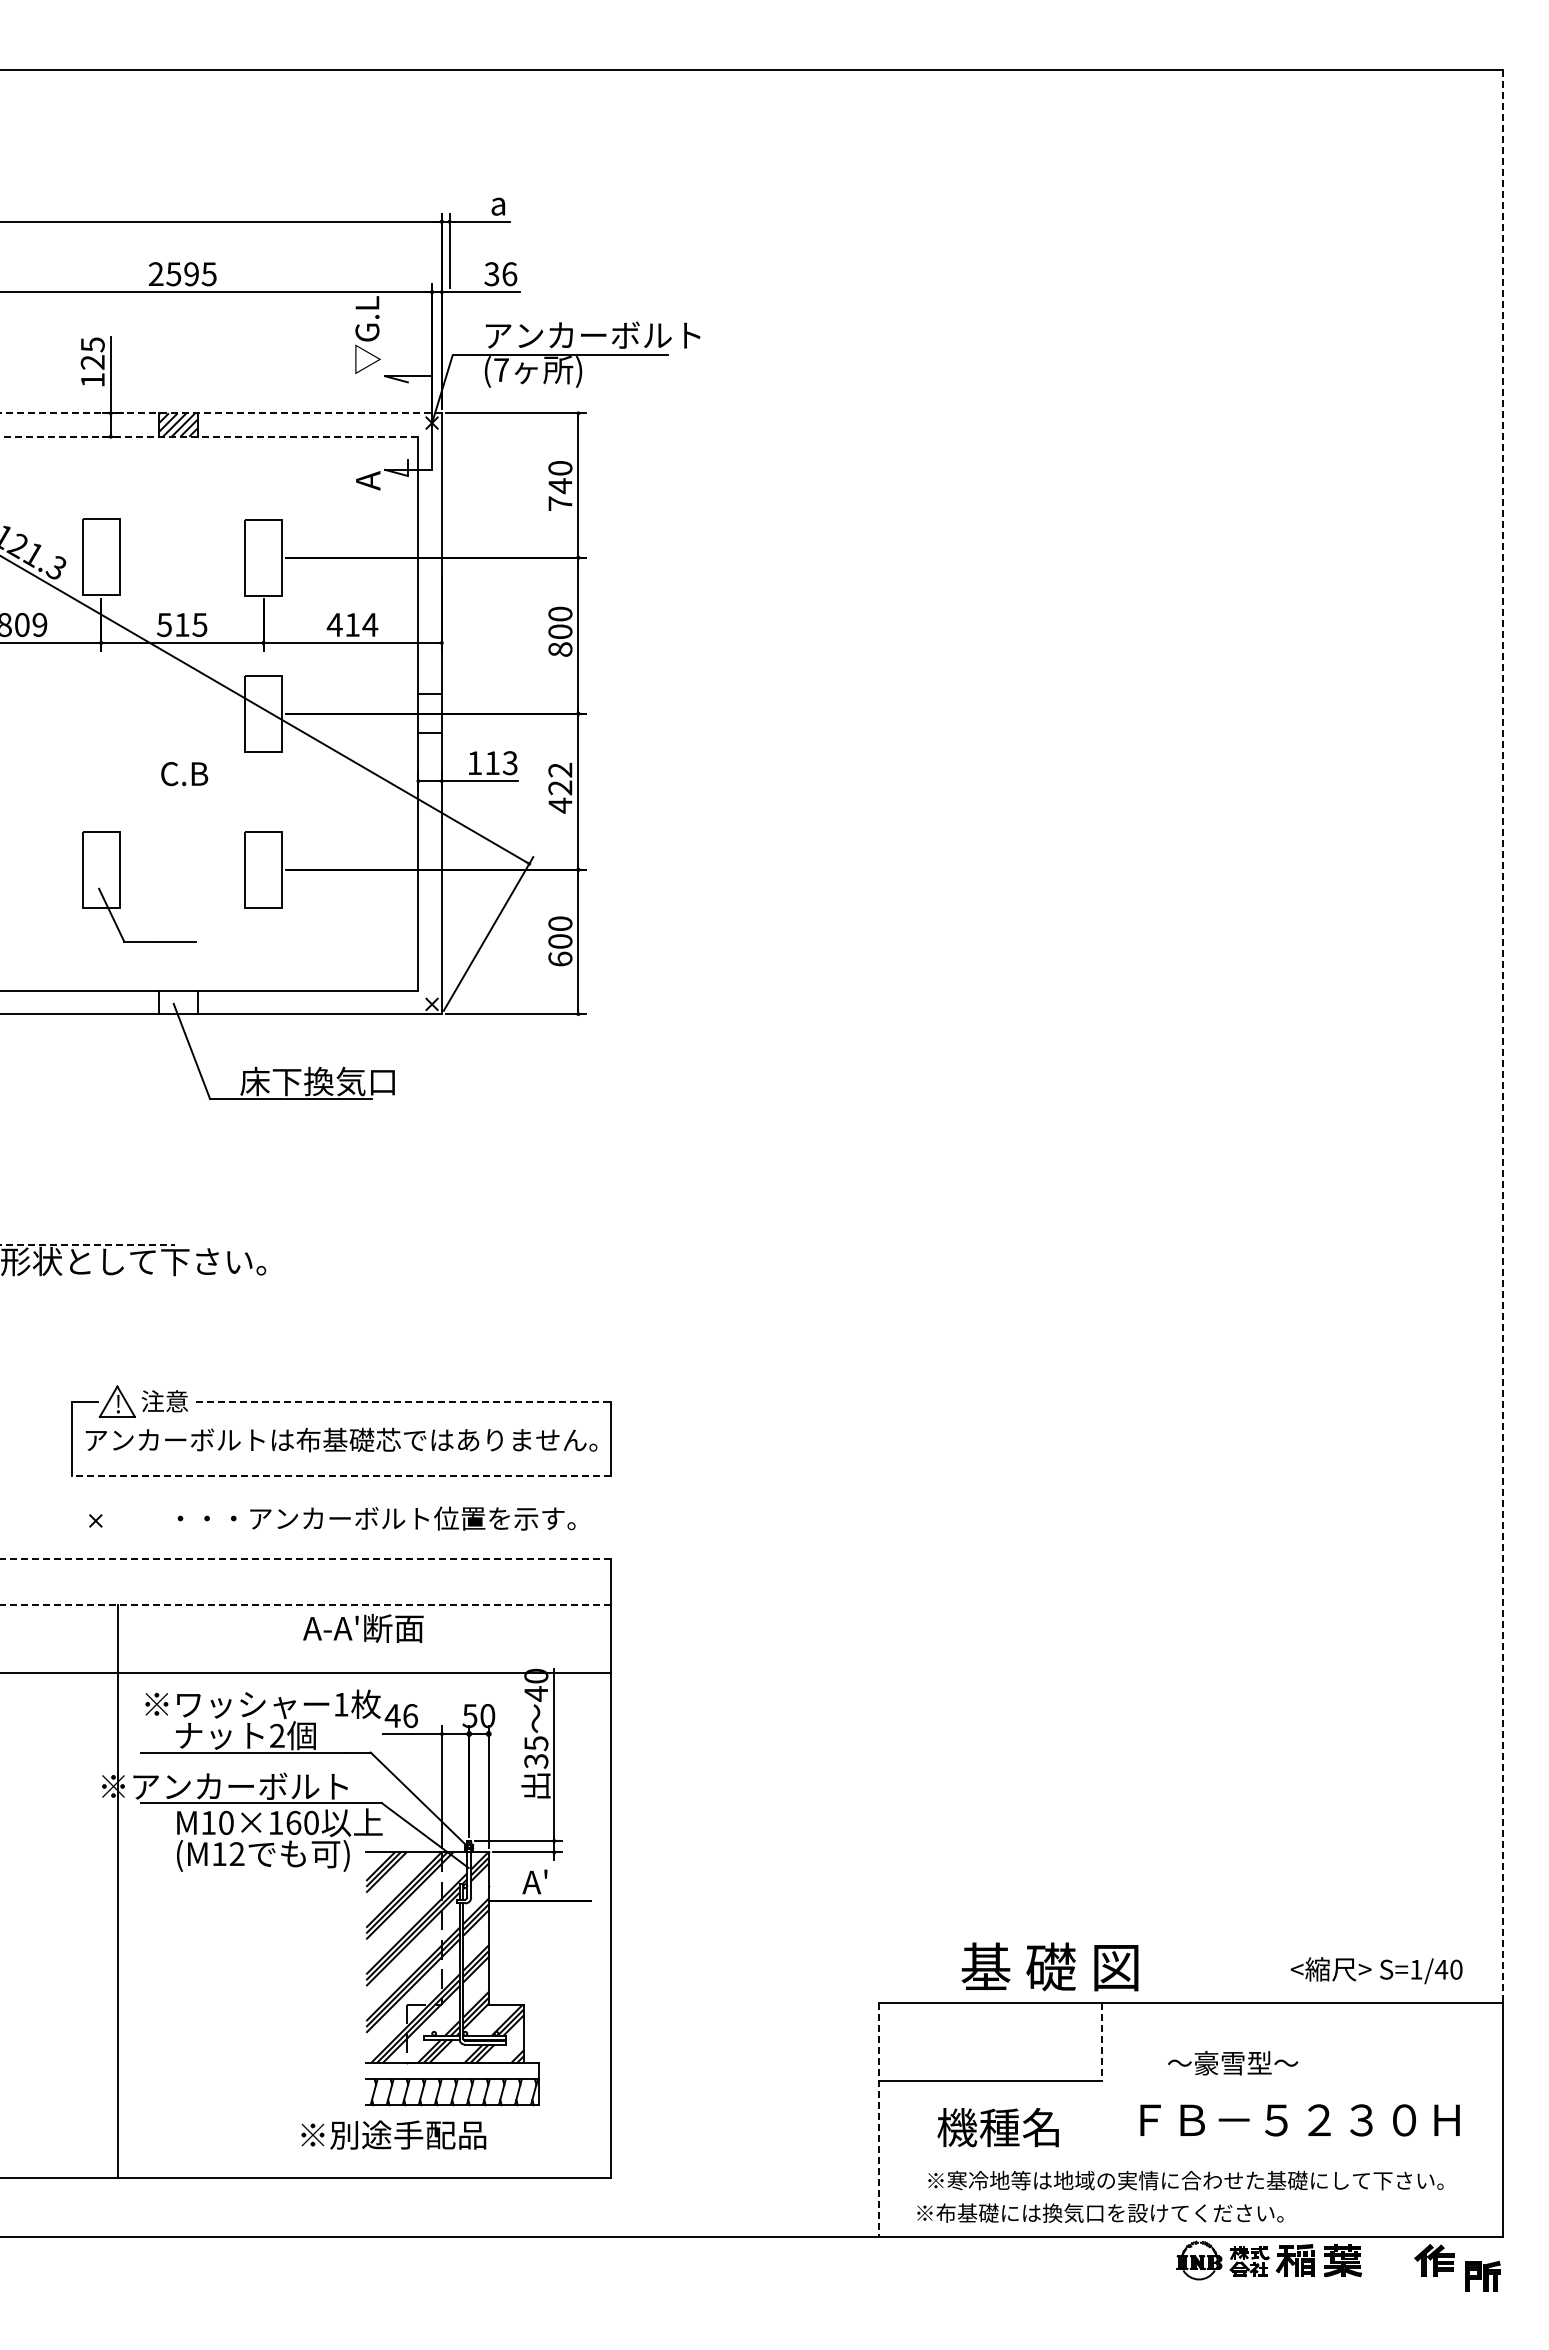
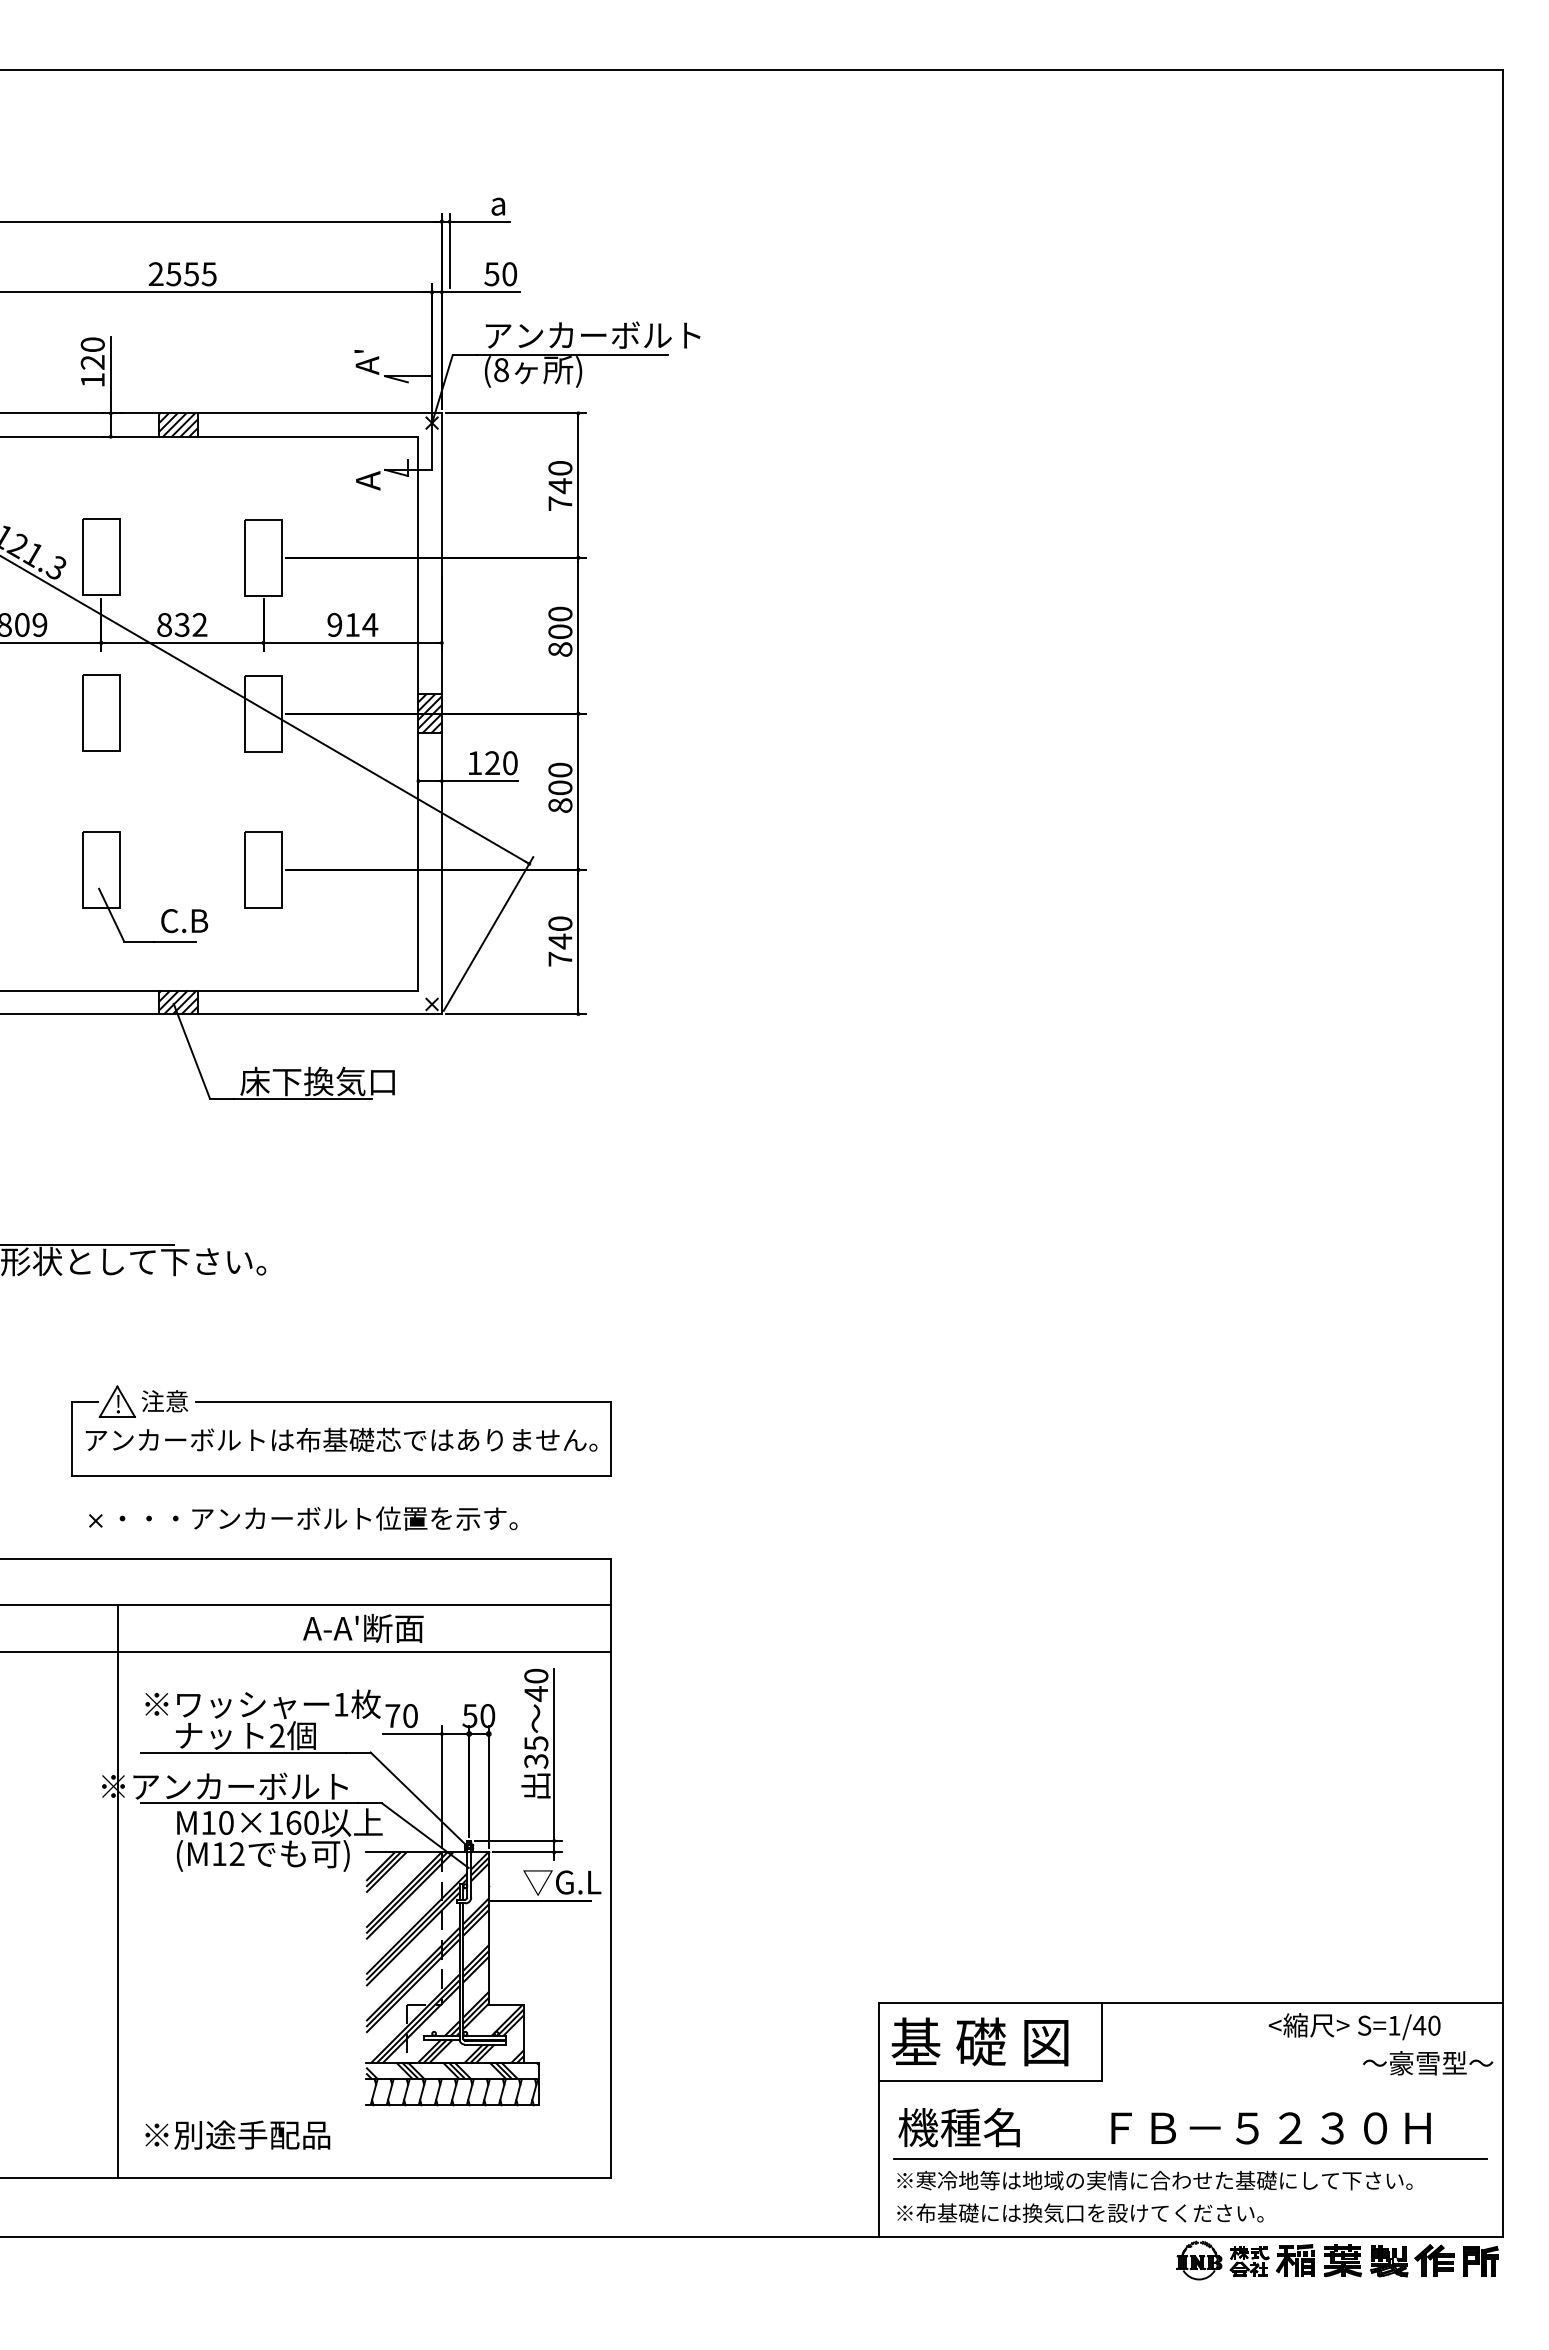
text at (191, 274): 2595 -> 2555
text at (500, 274): 36 -> 50
text at (367, 335): ▽G.L -> A'
text at (92, 344): 125 -> 120
text at (501, 370): (7 -> (8
line at (220, 413): dashed -> solid
line at (209, 436): dashed -> solid
text at (182, 624): 515 -> 832
text at (334, 624): 414 -> 914
part at (101, 712): none -> present
hatch at (429, 713): none -> present
text at (501, 763): 113 -> 120
text at (184, 774) position: (184, 774) -> (184, 921)
text at (560, 787): 422 -> 800
text at (560, 949): 600 -> 740
hatch at (178, 1002): none -> present
line at (1502, 1037): dashed -> solid
line at (87, 1244): dashed -> solid
line at (403, 1401): dashed -> solid
line at (341, 1476): dashed -> solid
text at (376, 1518) position: (376, 1518) -> (318, 1518)
line at (305, 1558): dashed -> solid
line at (305, 1605): dashed -> solid
line at (306, 1673) position: (306, 1673) -> (306, 1652)
text at (401, 1715): 46 -> 70
text at (561, 1882): A' -> ▽G.L
text at (1049, 1966) position: (1049, 1966) -> (979, 2041)
text at (1376, 1970) position: (1376, 1970) -> (1354, 2026)
line at (1101, 2042): dashed -> solid
text at (1233, 2063) position: (1233, 2063) -> (1428, 2063)
hatch at (452, 2071): none -> present
line at (878, 2120): dashed -> solid
text at (1299, 2120) position: (1299, 2120) -> (1270, 2128)
text at (997, 2127) position: (997, 2127) -> (958, 2127)
text at (393, 2134) position: (393, 2134) -> (237, 2134)
line at (1190, 2158): none -> present
text at (1185, 2180) position: (1185, 2180) -> (1154, 2180)
text at (1100, 2212) position: (1100, 2212) -> (1080, 2212)
part at (1389, 2261): none -> present
part at (1482, 2276) position: (1482, 2276) -> (1480, 2261)
